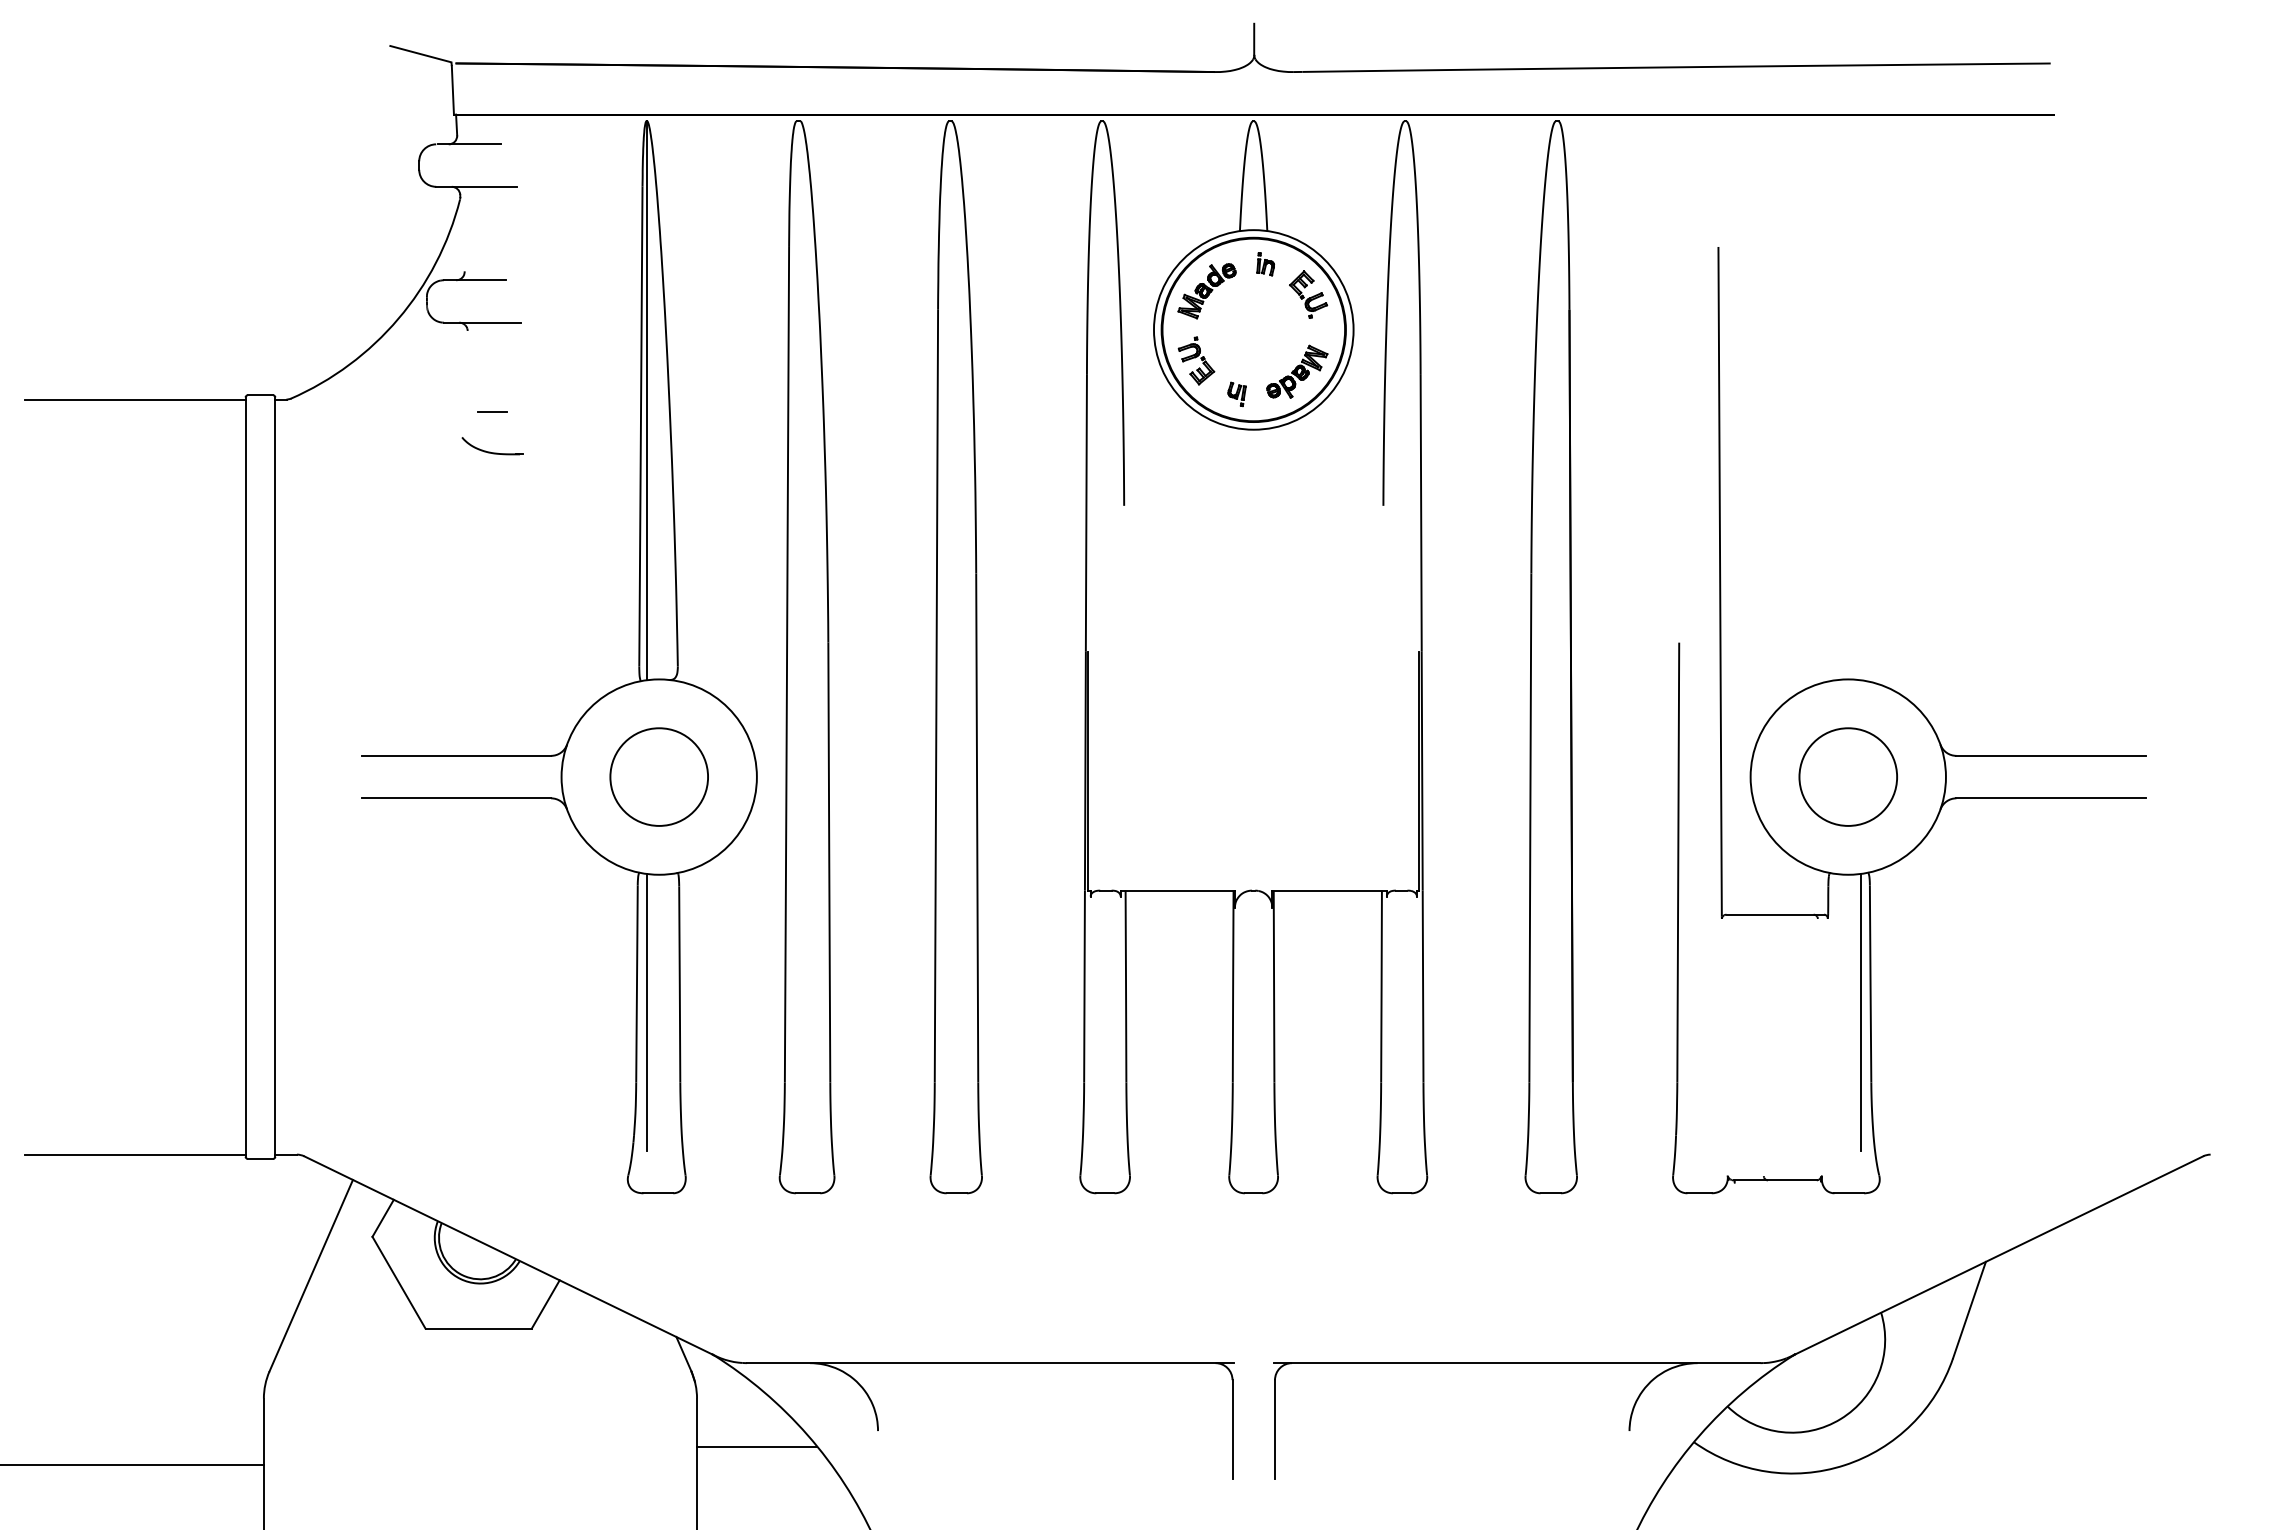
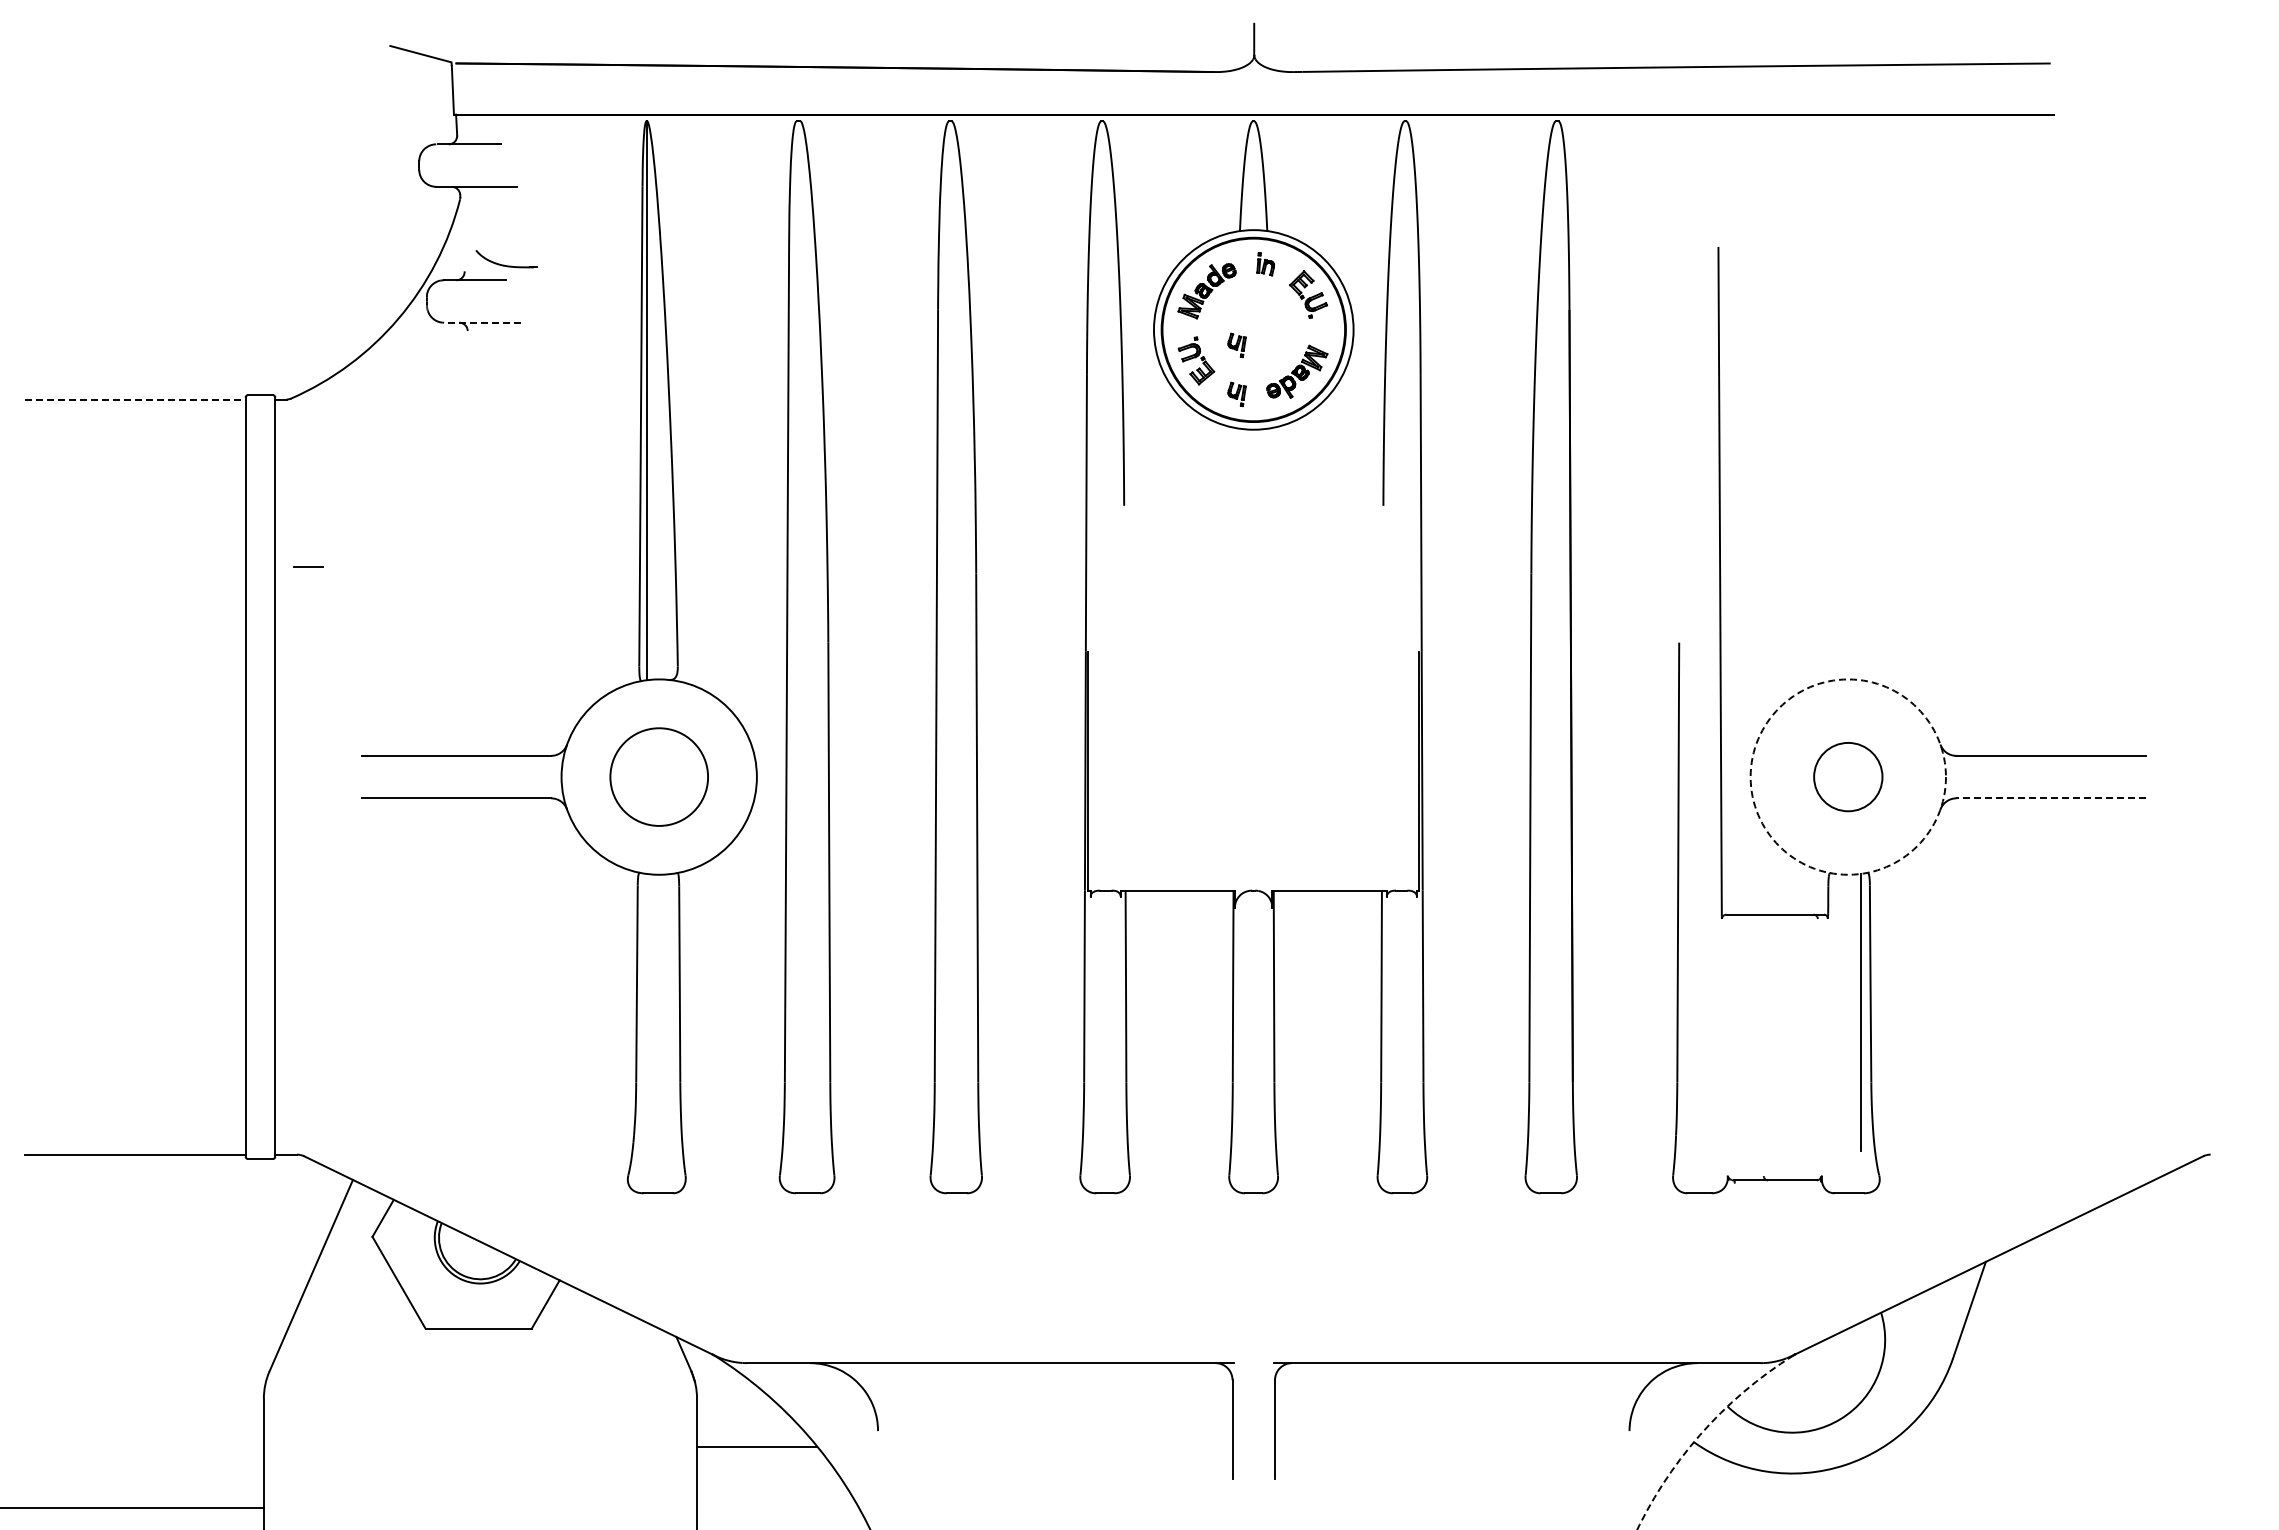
line at (482, 322): solid -> dashed
part at (1236, 345): none -> present
line at (135, 399): solid -> dashed
line at (492, 411) position: (492, 411) -> (308, 566)
part at (492, 446) position: (492, 446) -> (506, 259)
circle at (1847, 776): solid -> dashed
circle at (1848, 776) diameter: 98 px -> 68 px
line at (2051, 798): solid -> dashed
line at (646, 1012): present -> none
arc at (1703, 1431): solid -> dashed
line at (132, 1465) position: (132, 1465) -> (132, 1508)
